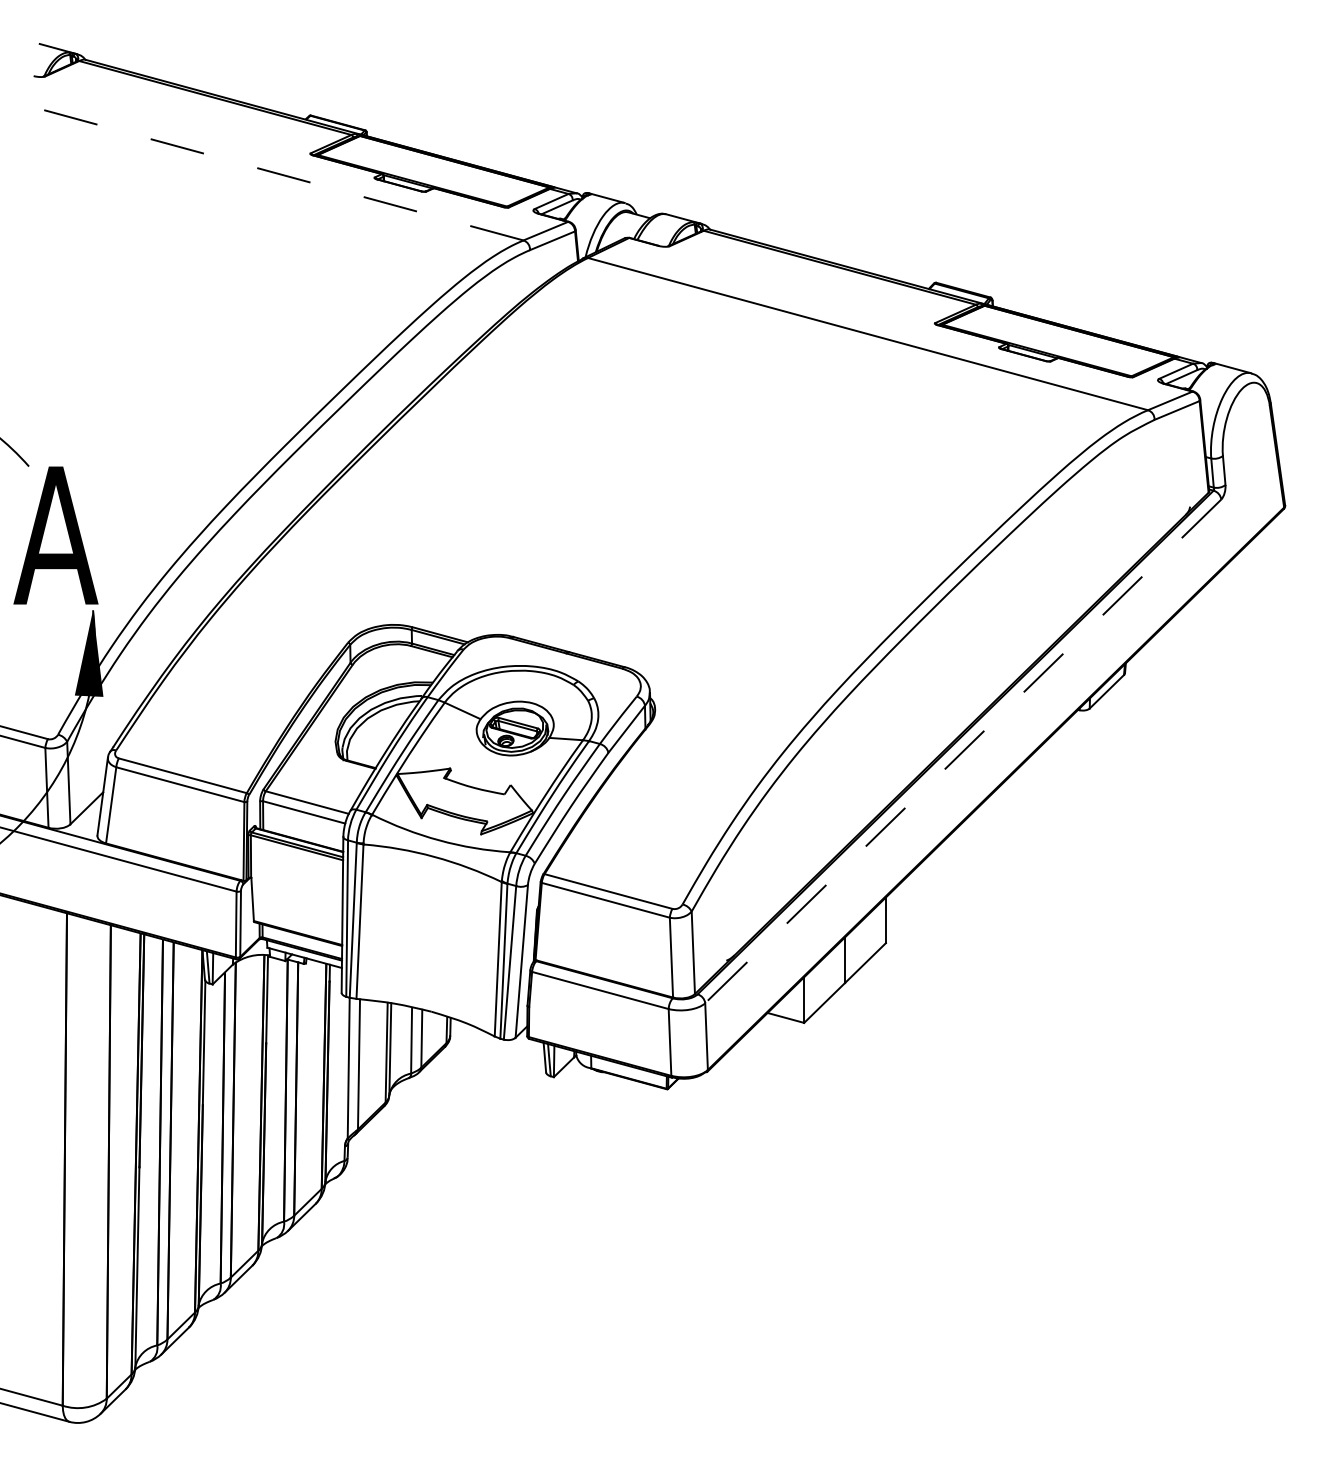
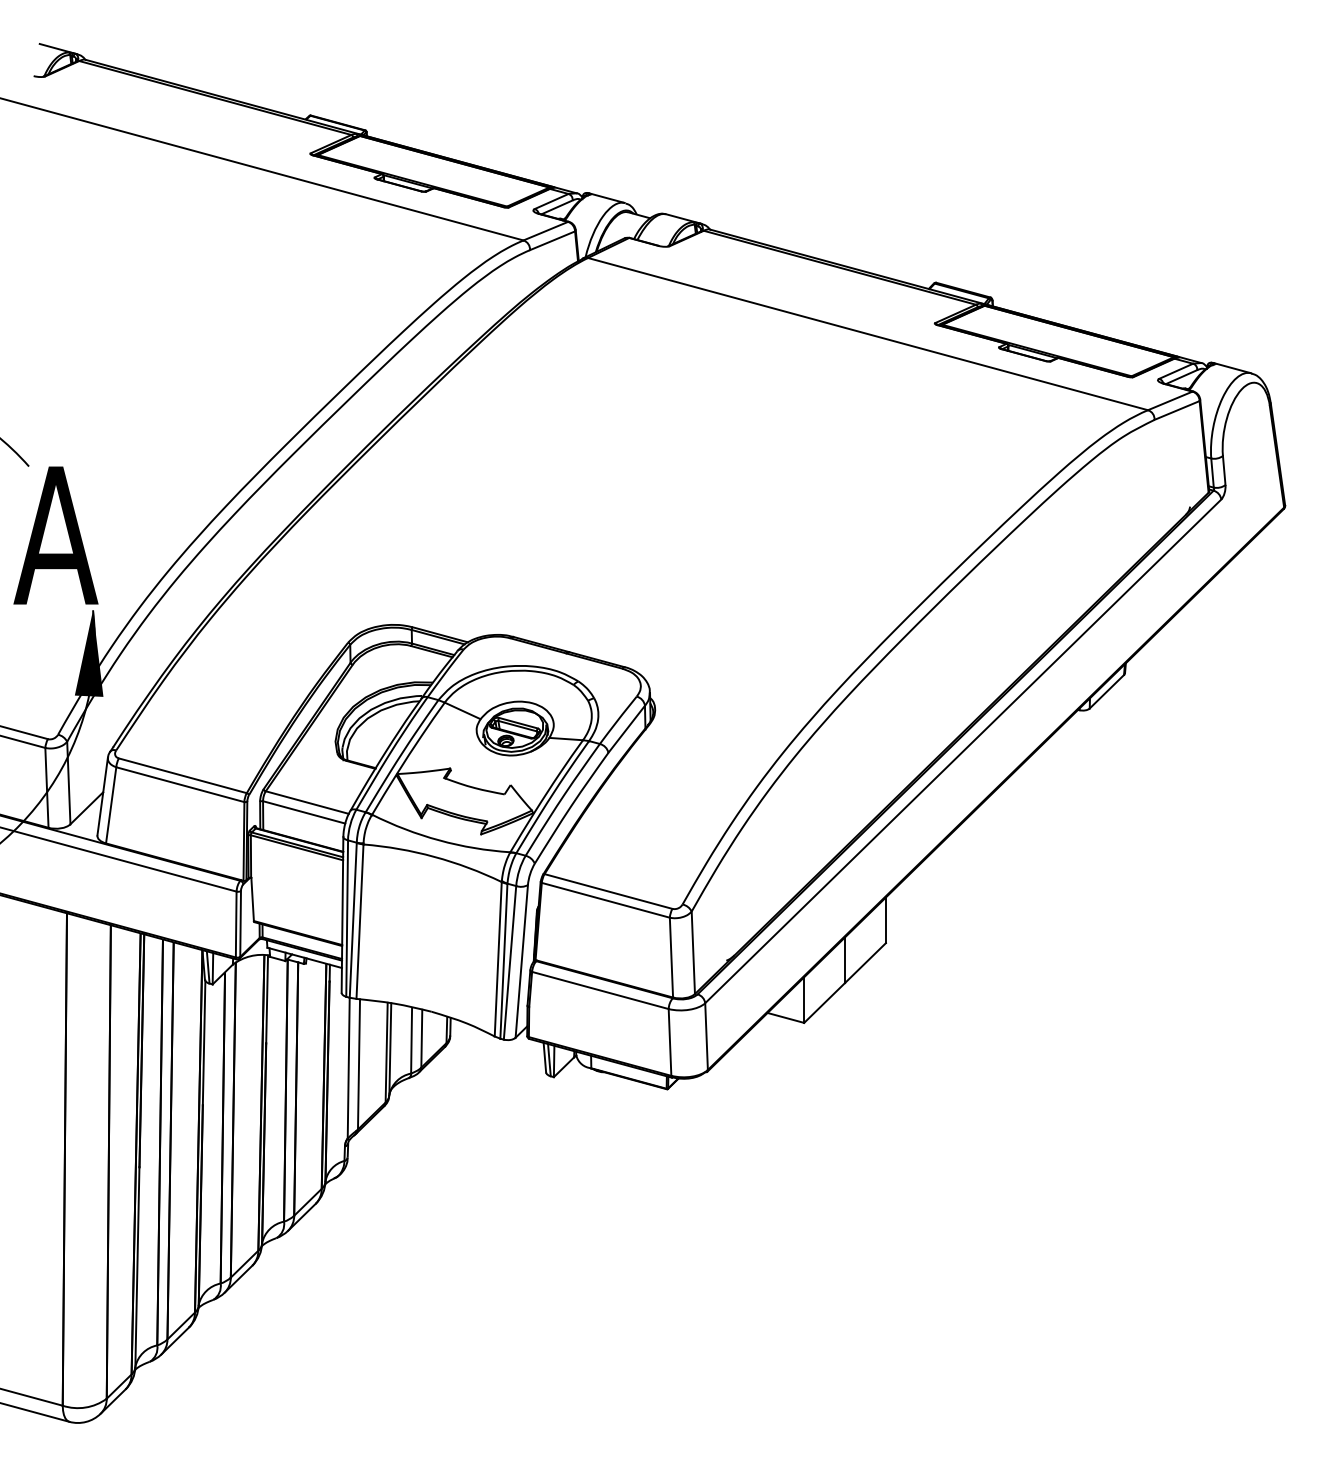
line at (261, 169): dashed -> solid
line at (963, 751): dashed -> solid
